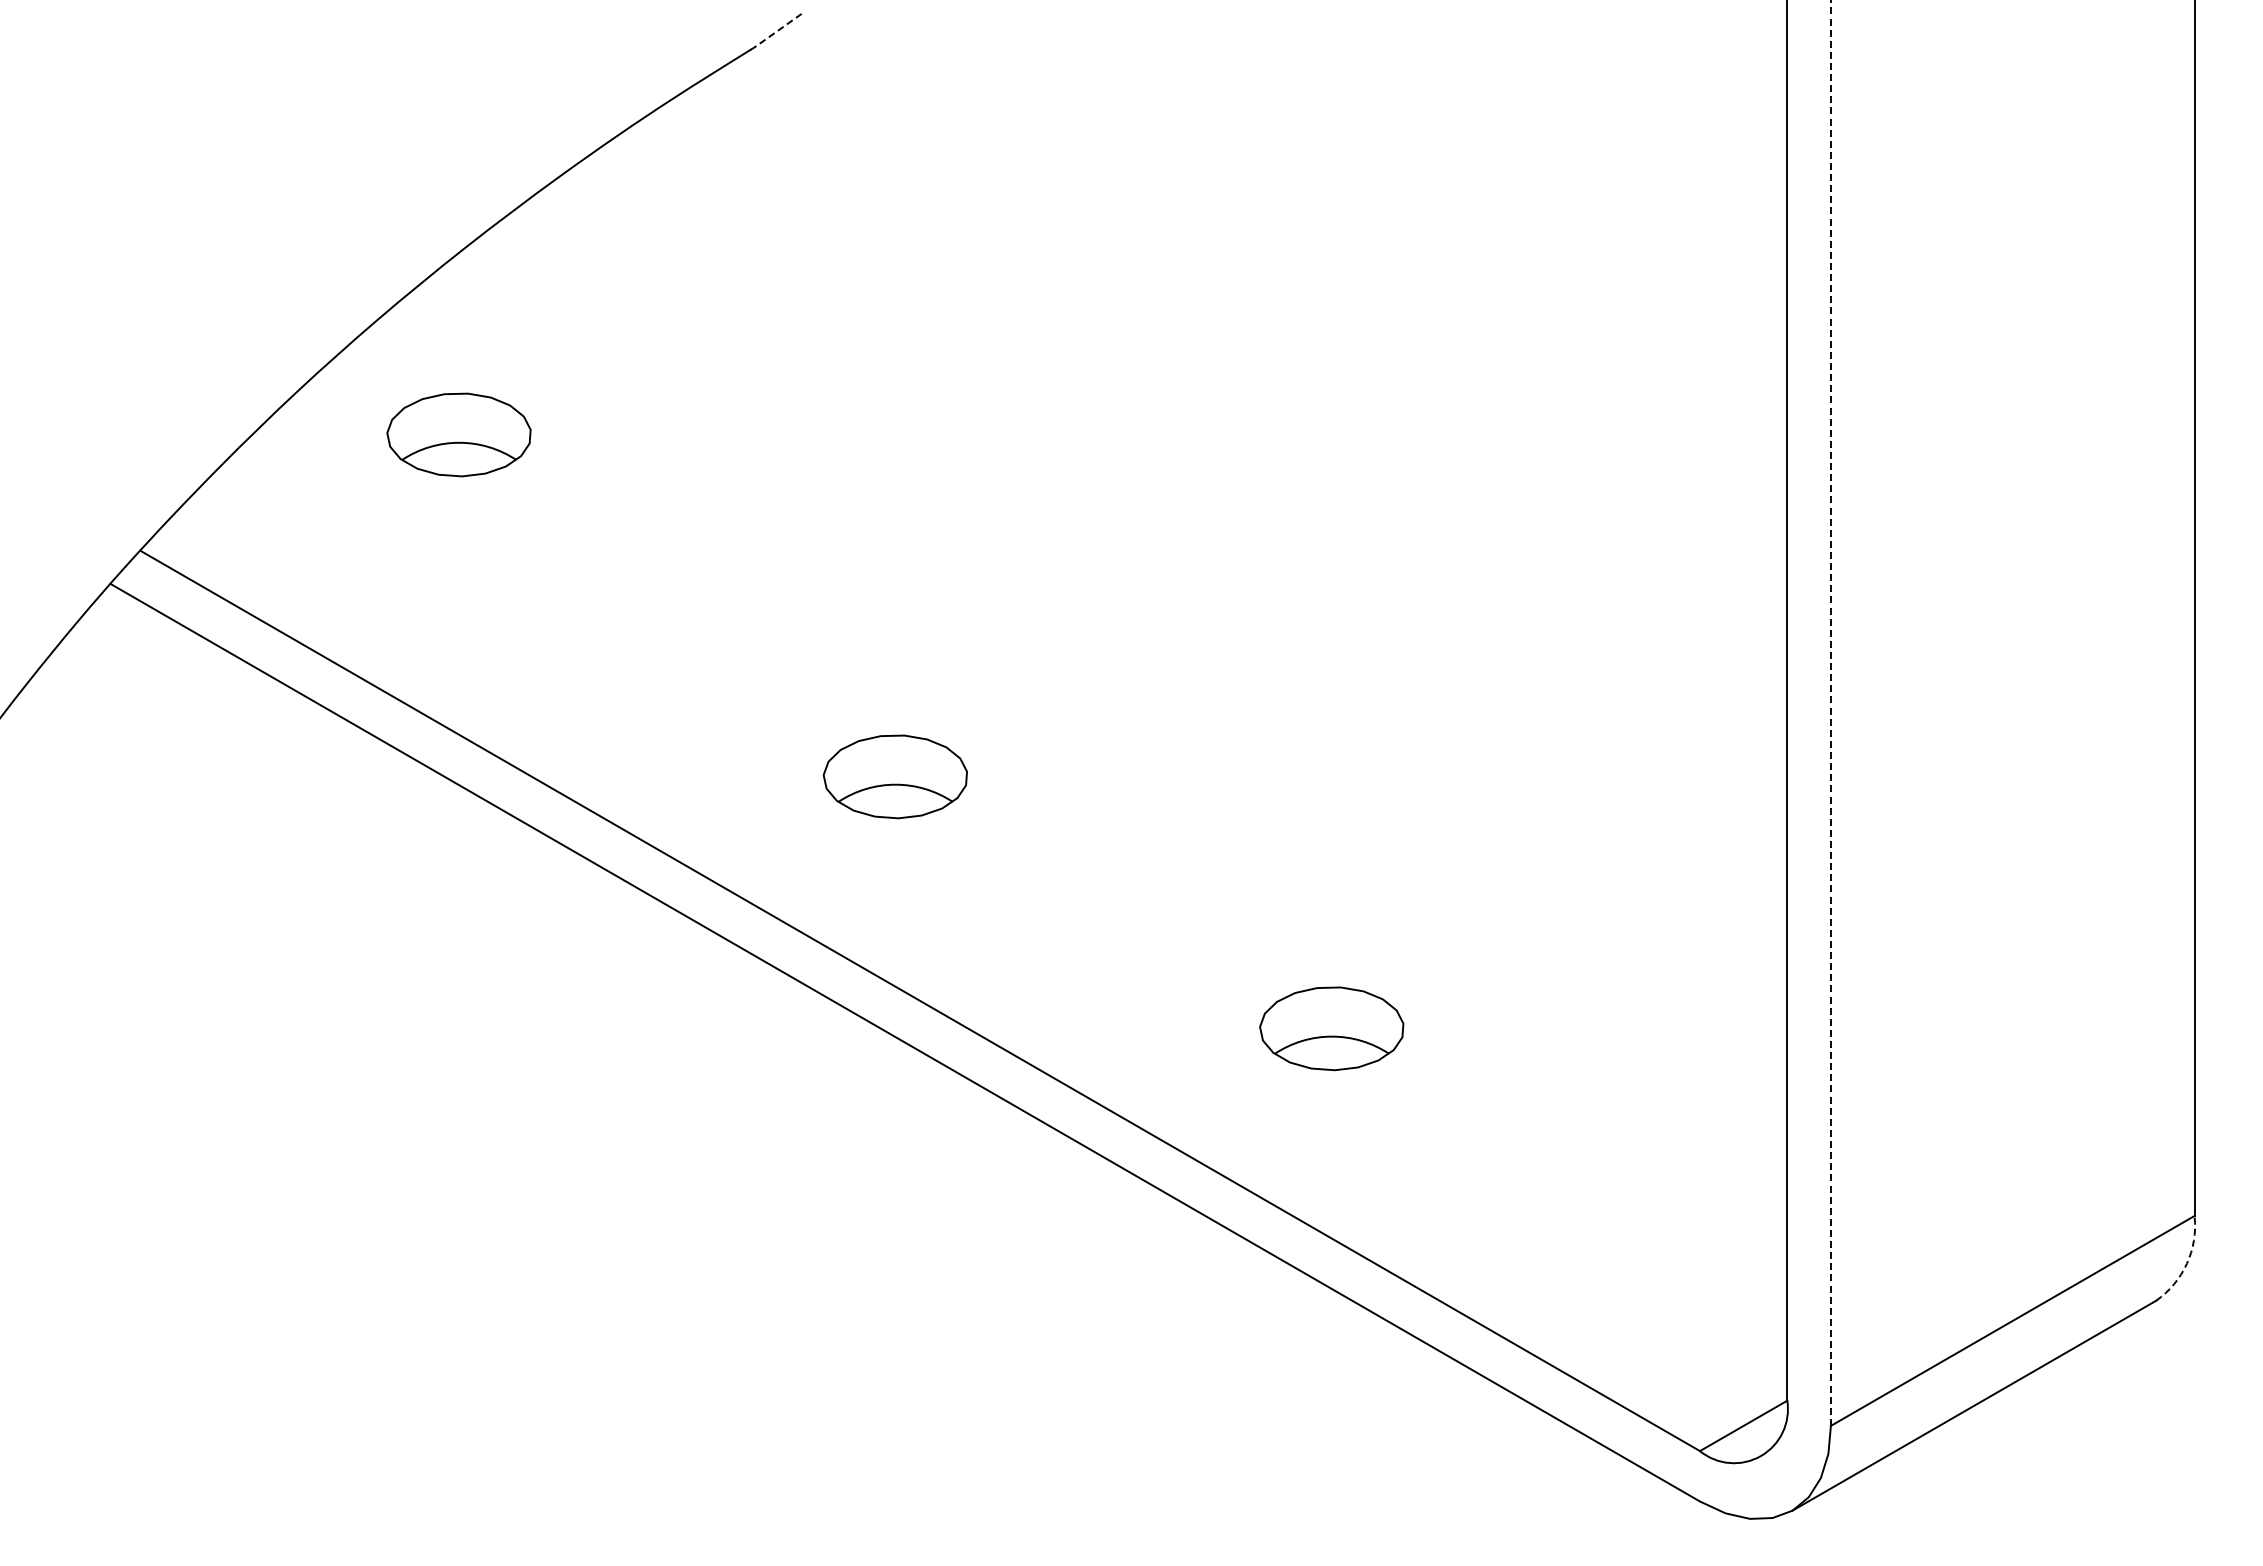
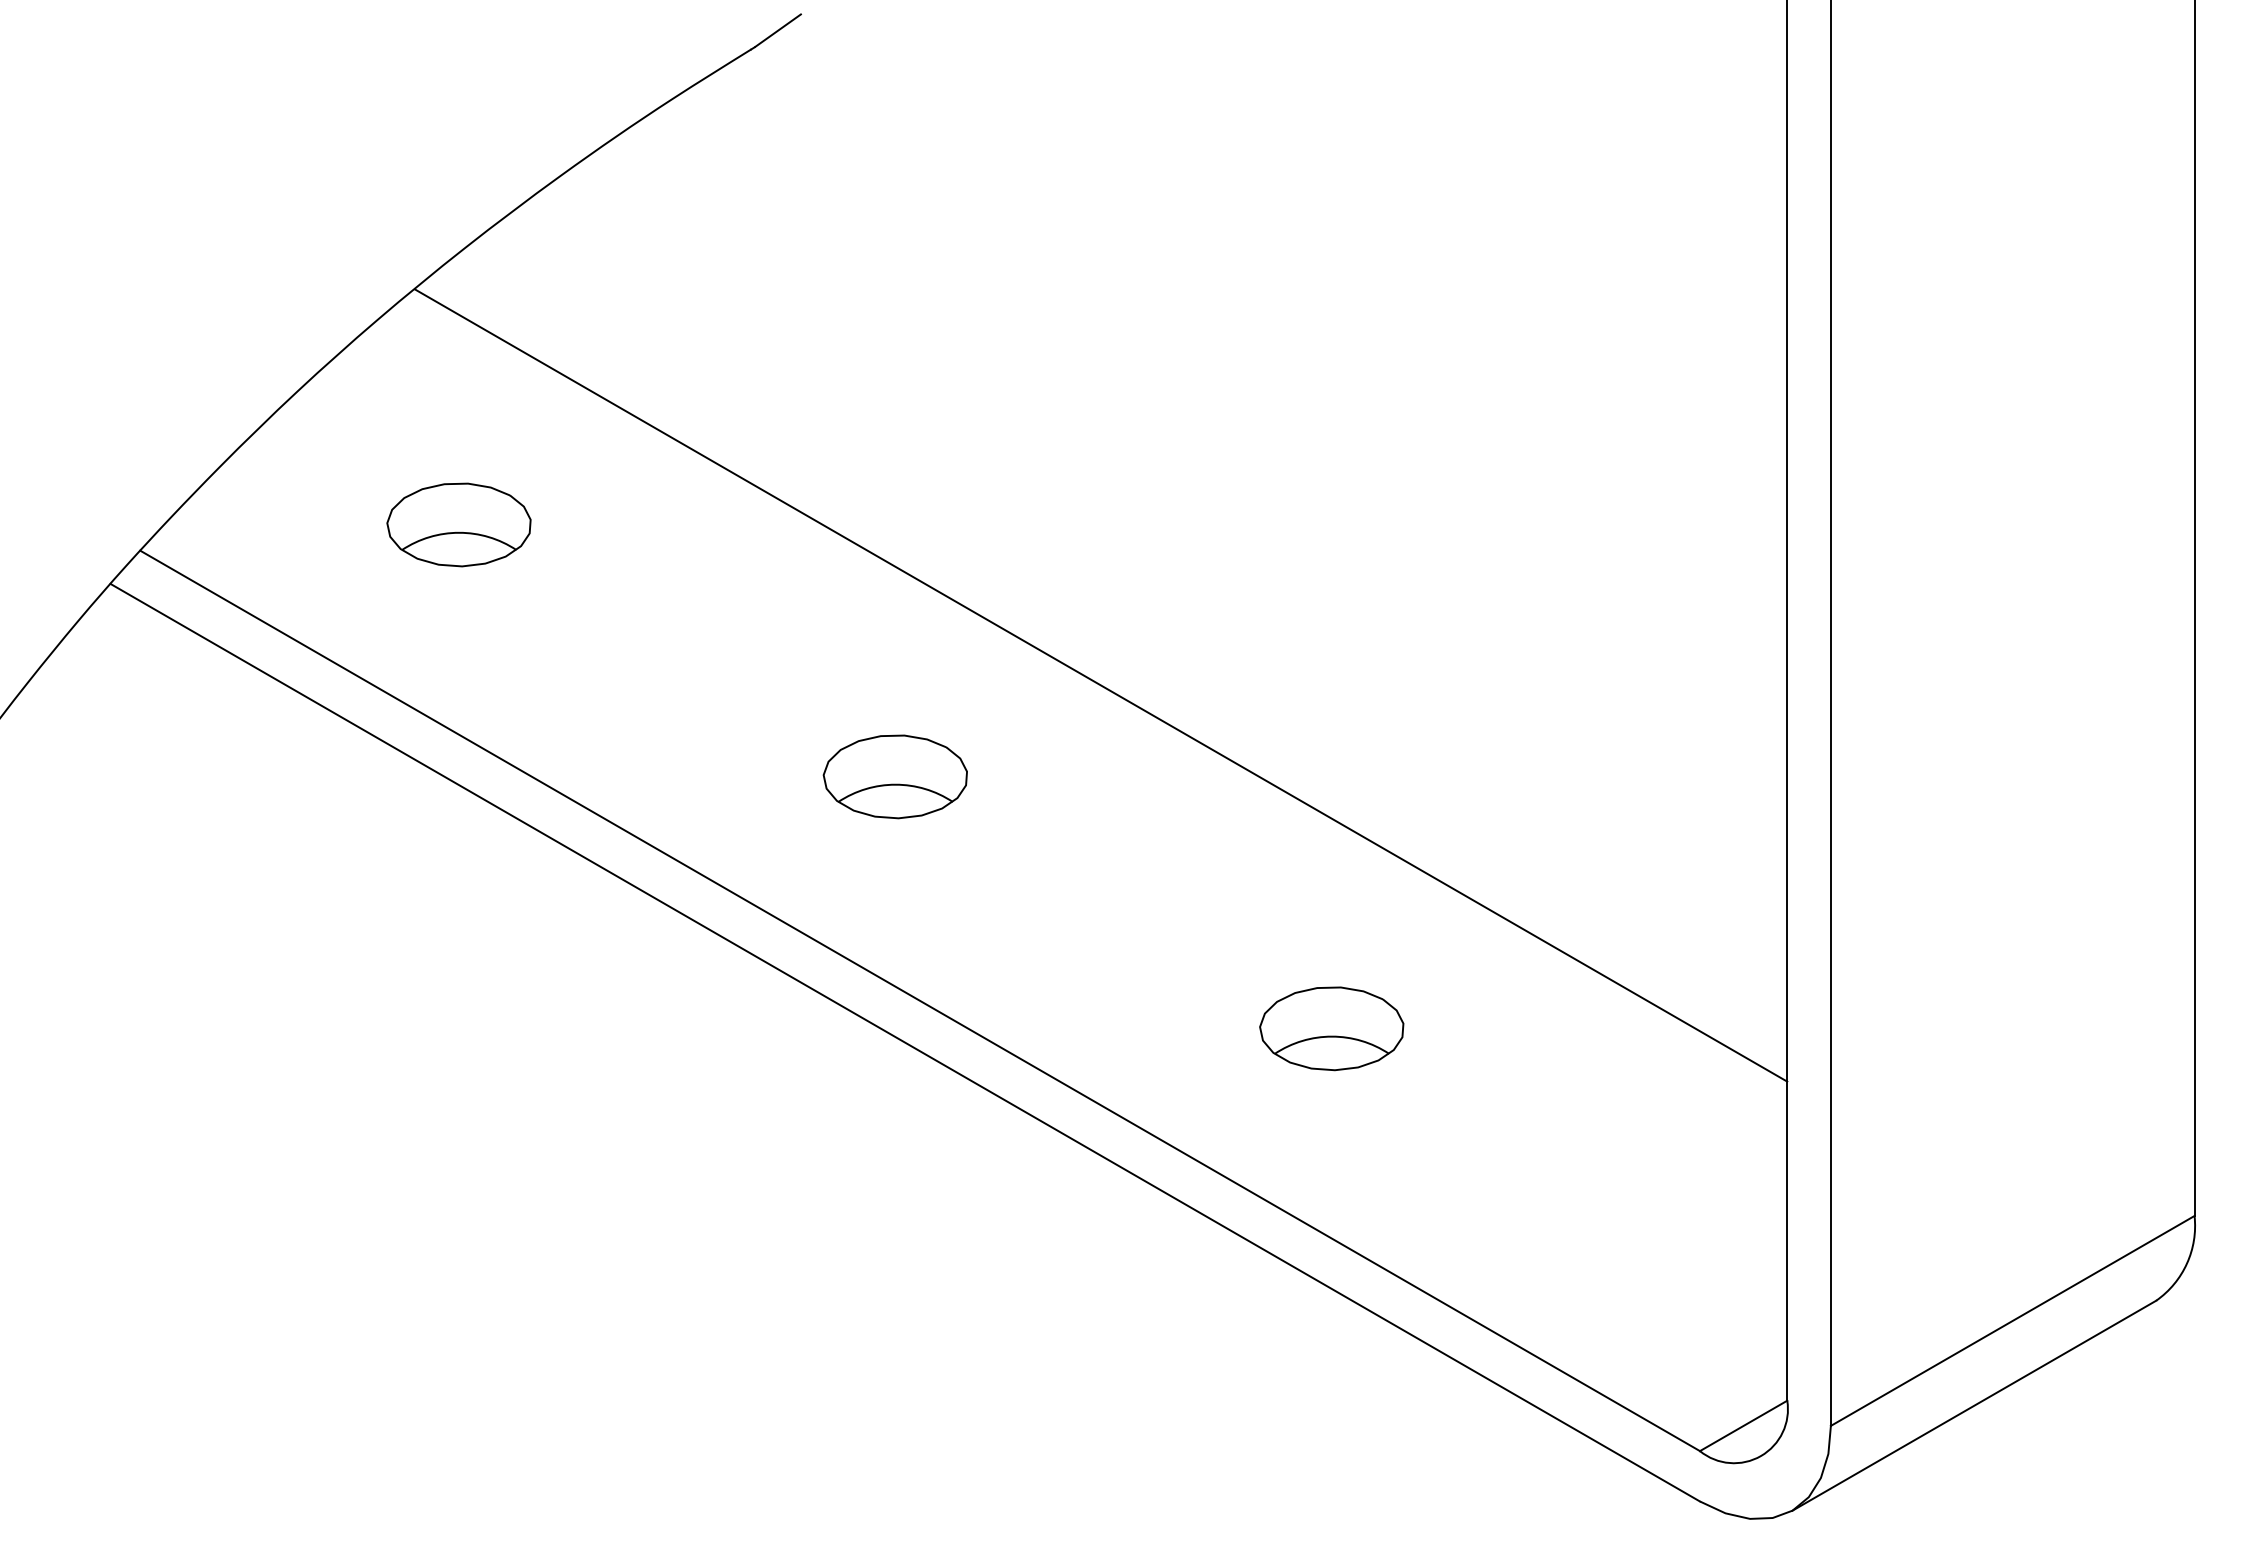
line at (777, 31): dashed -> solid
part at (458, 434) position: (458, 434) -> (458, 524)
line at (1100, 685): none -> present
line at (1830, 713): dashed -> solid
arc at (2186, 1263): dashed -> solid
